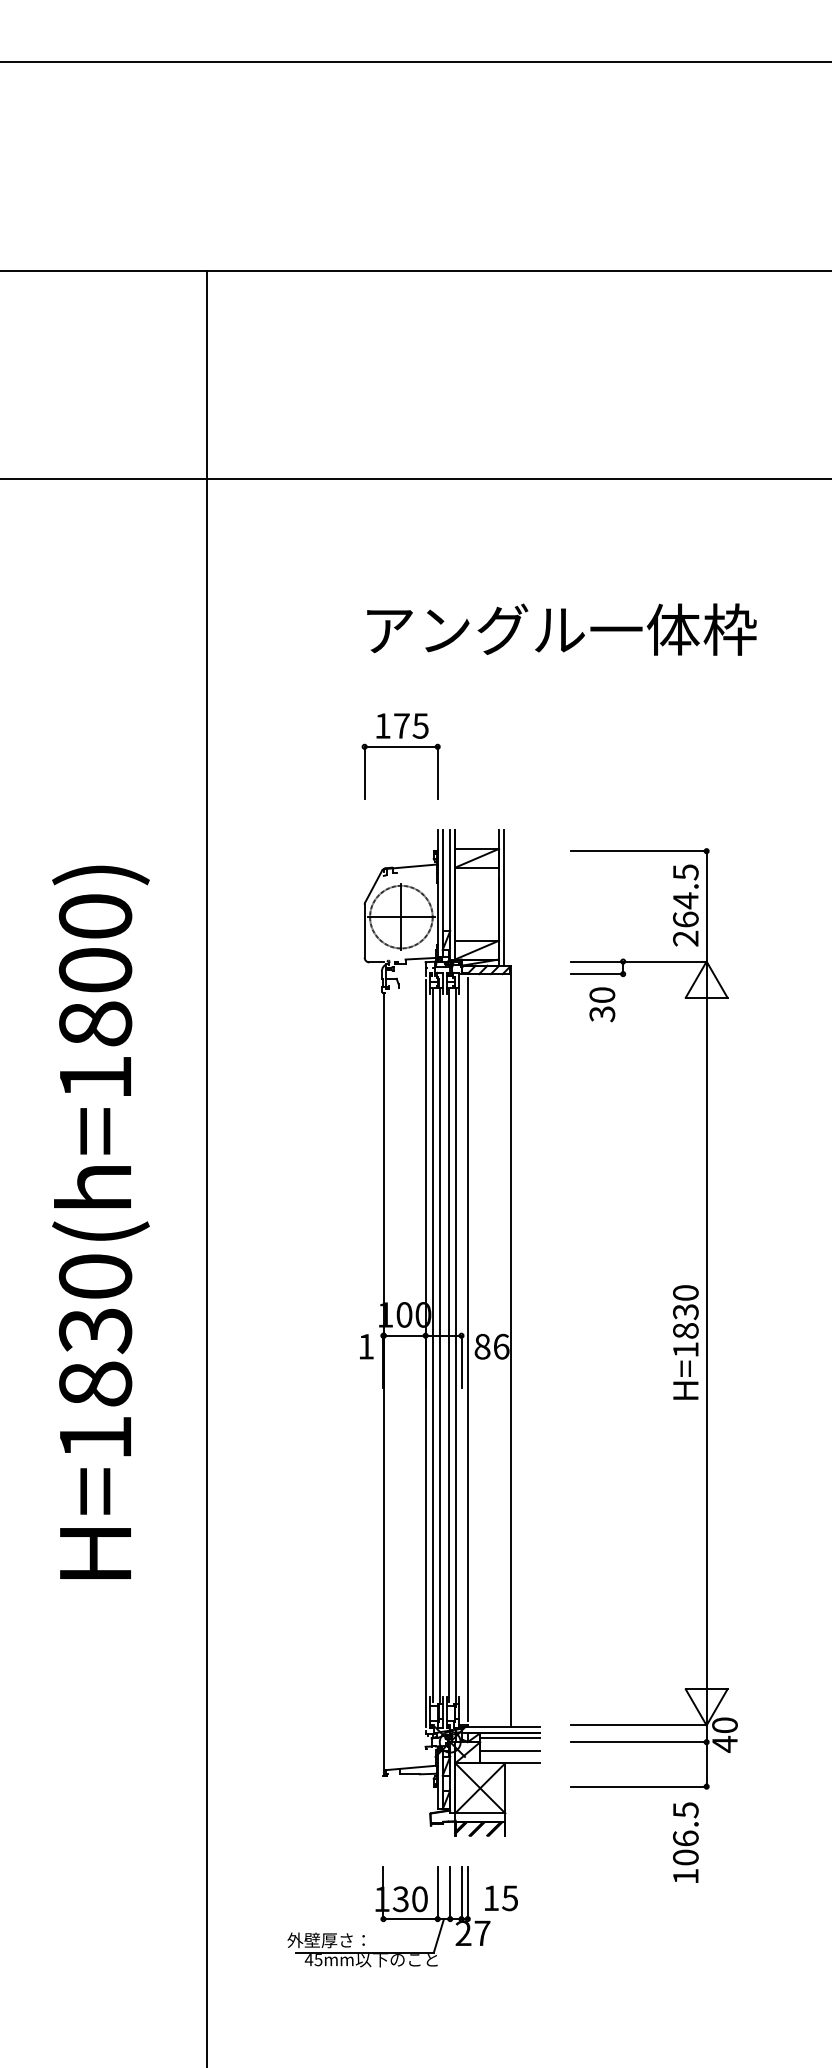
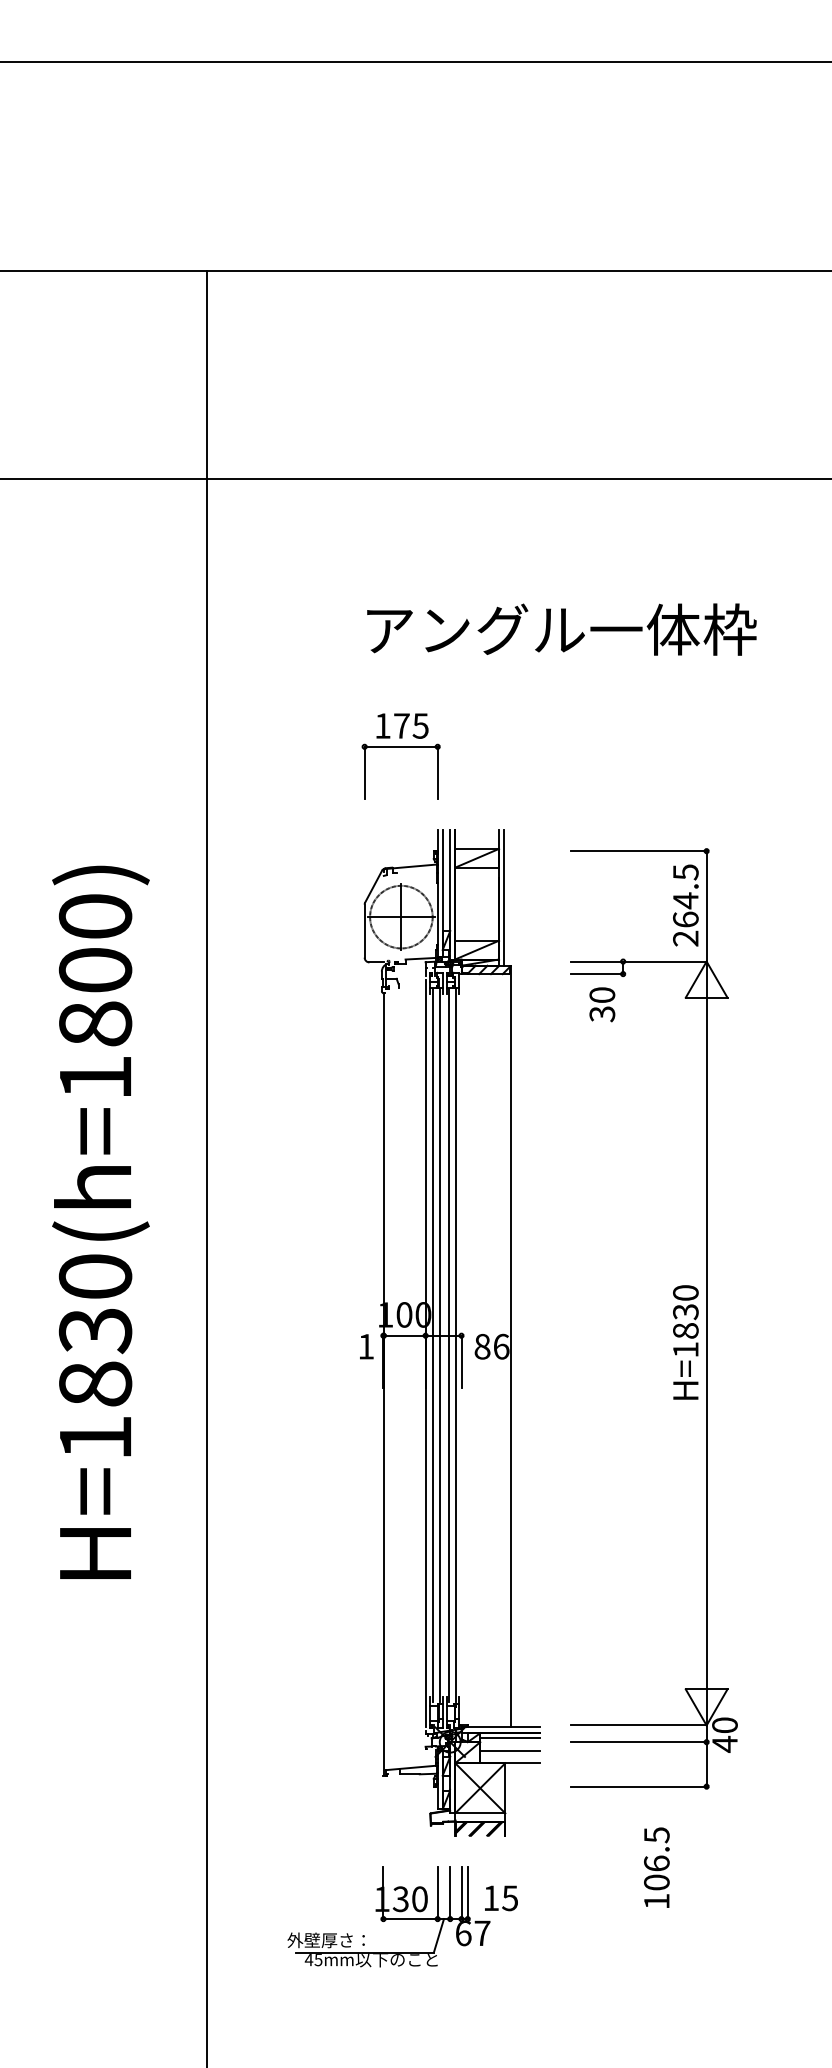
line at (467, 1349): present -> none
text at (685, 1842) position: (685, 1842) -> (656, 1867)
text at (463, 1933): 27 -> 67
